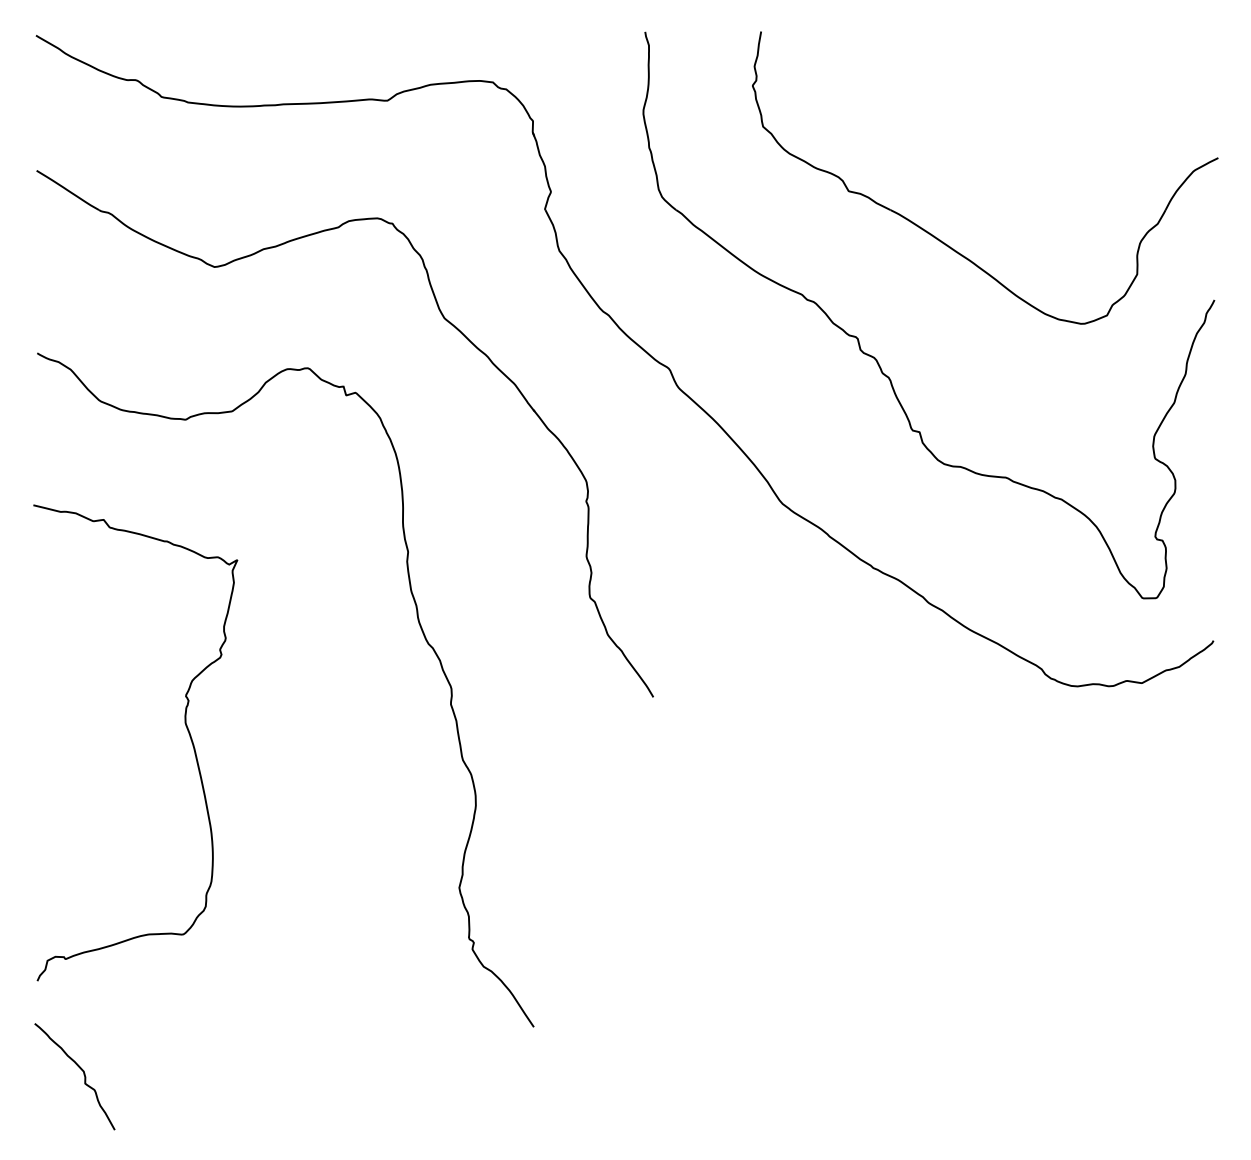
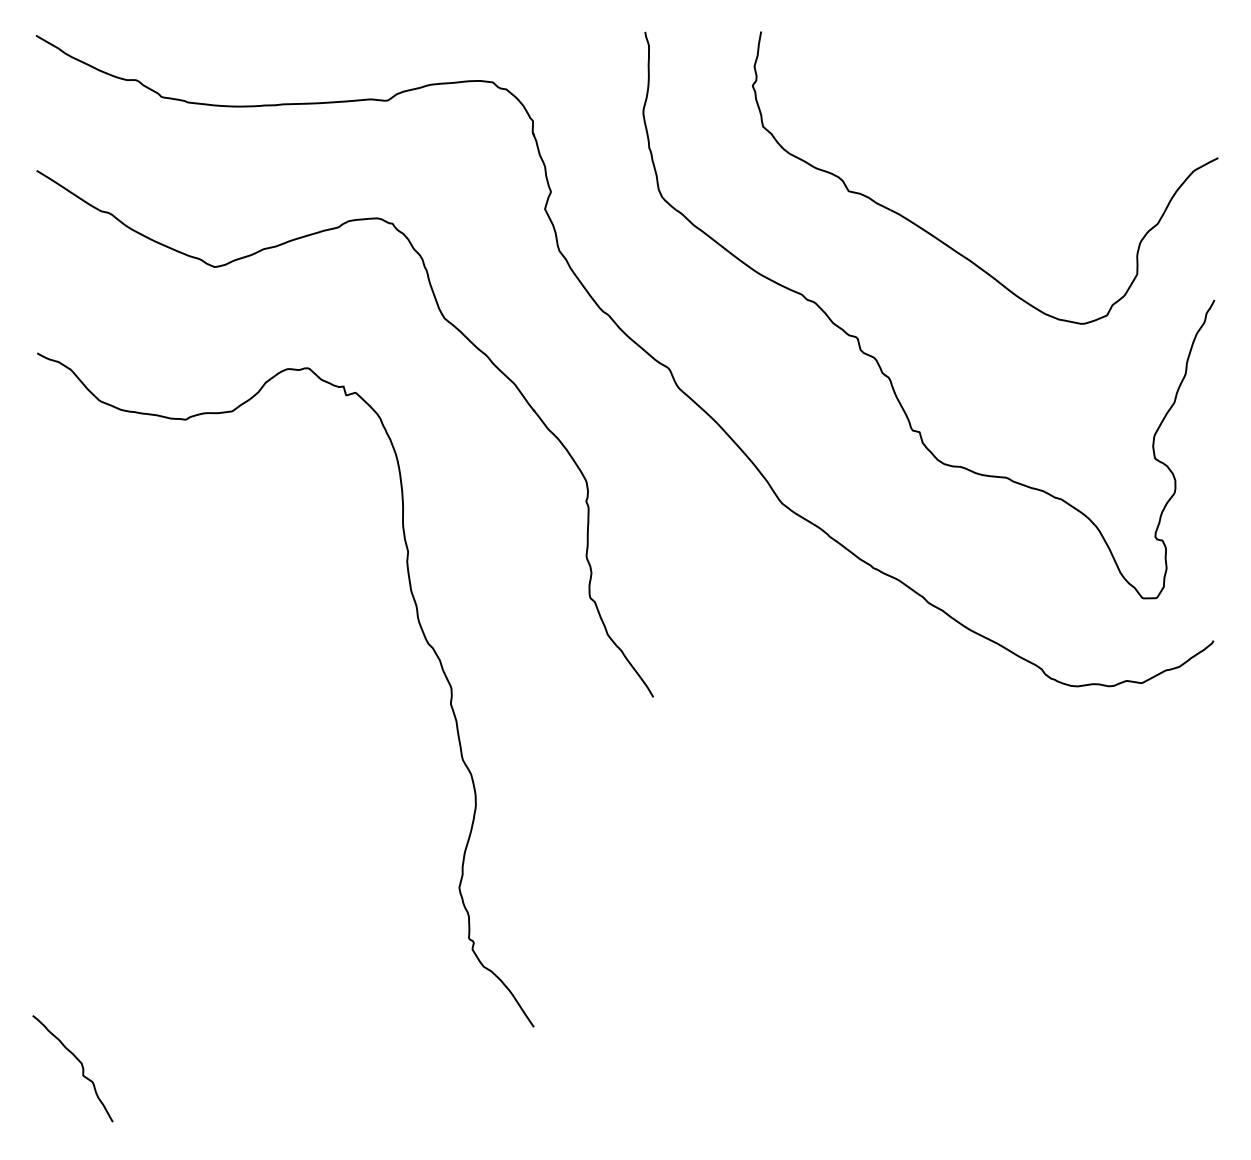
curve at (185, 726): present -> none
curve at (83, 1075) position: (83, 1075) -> (81, 1067)
